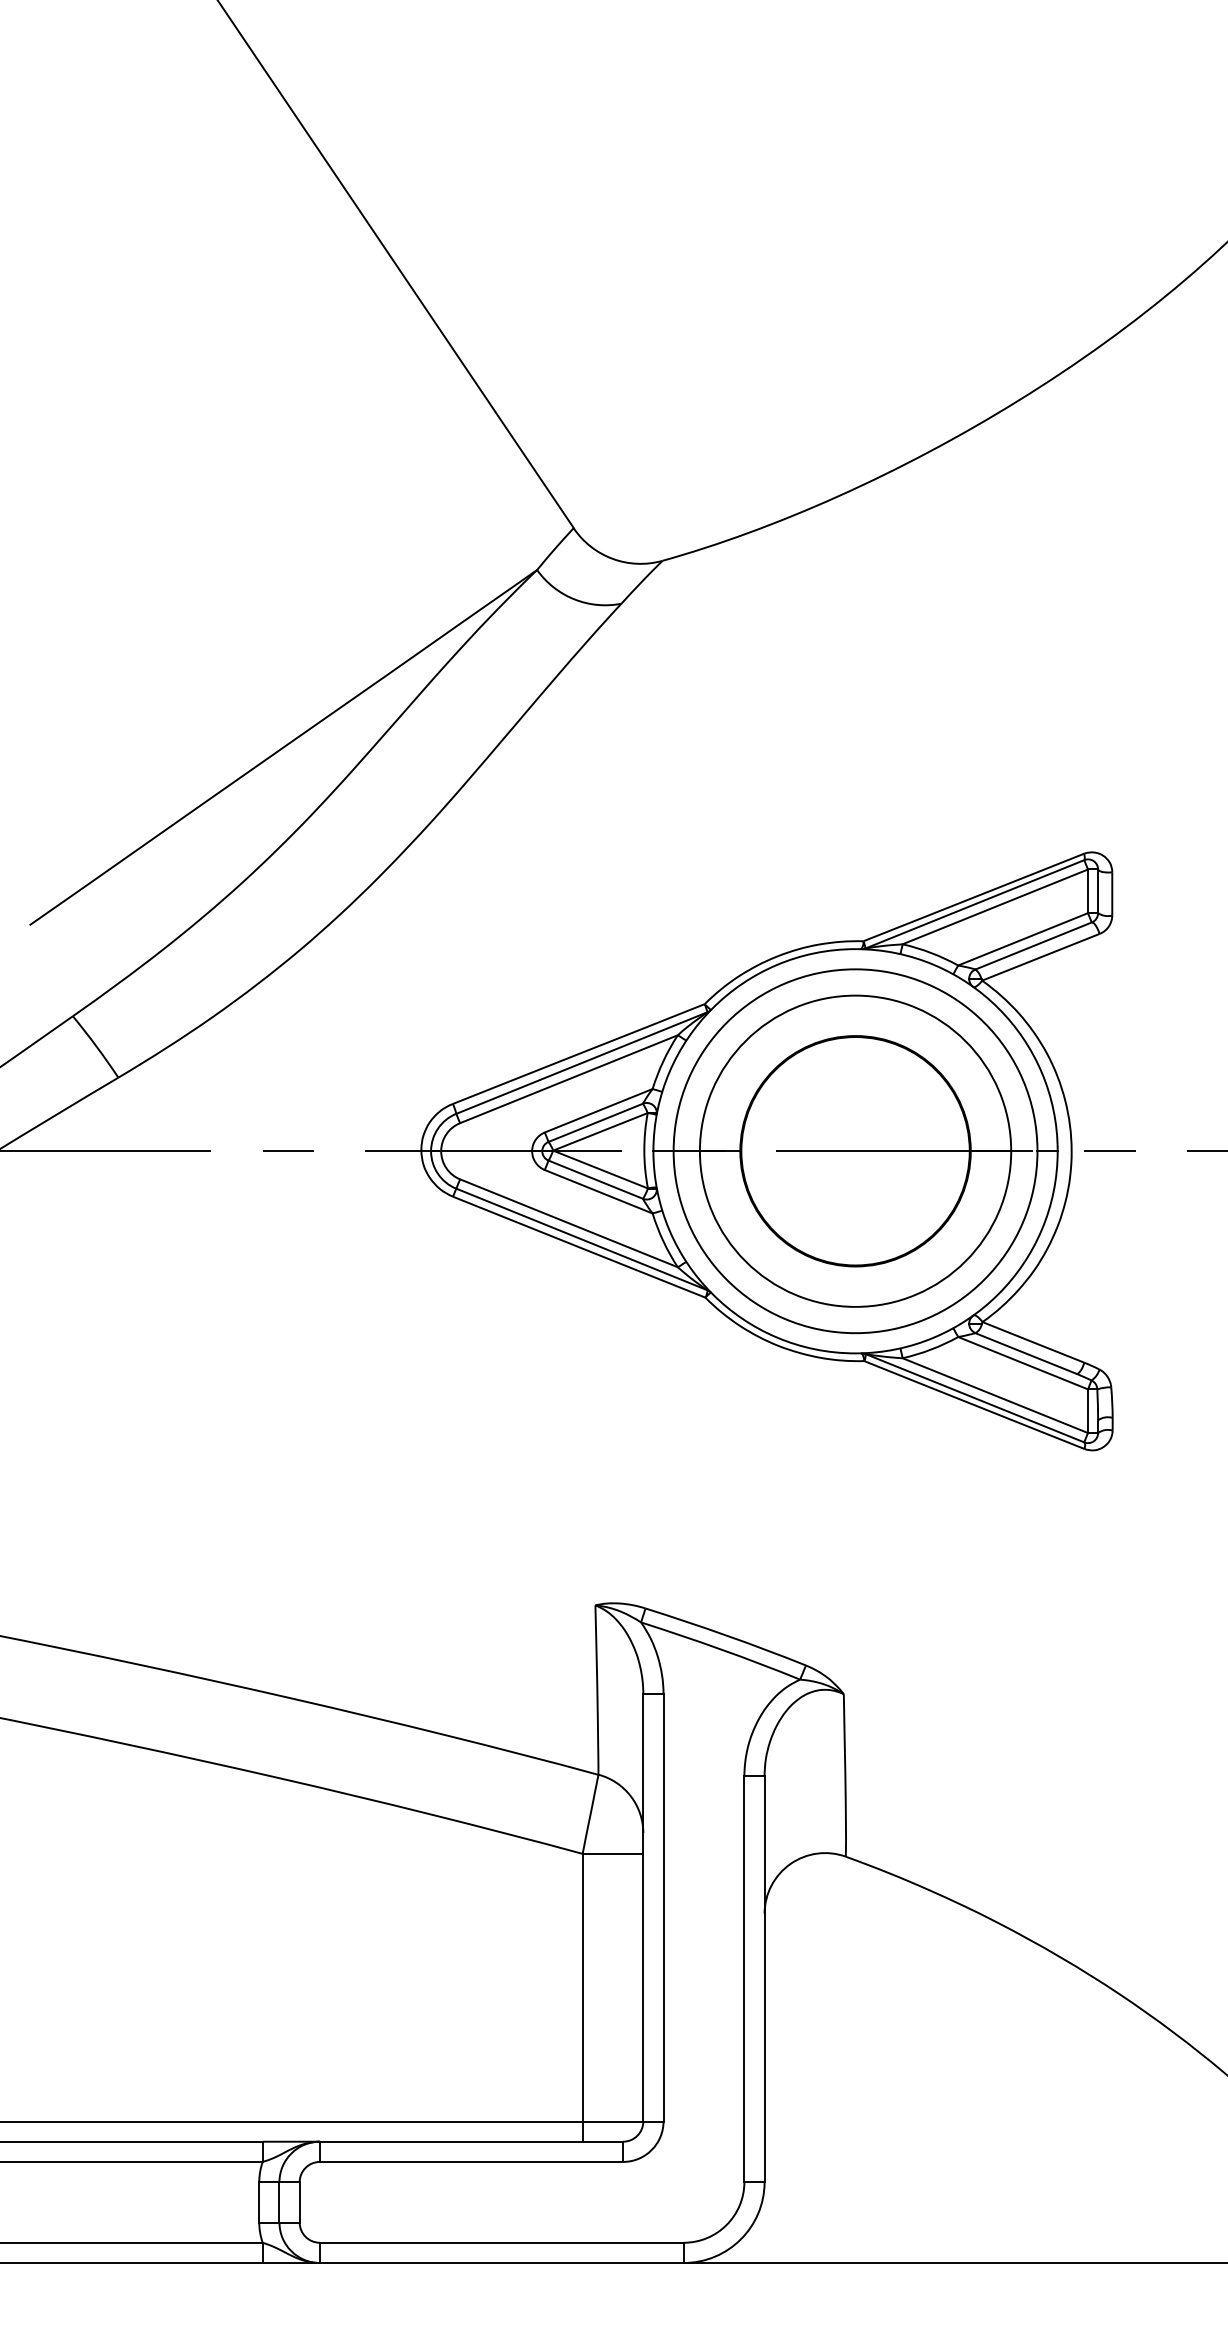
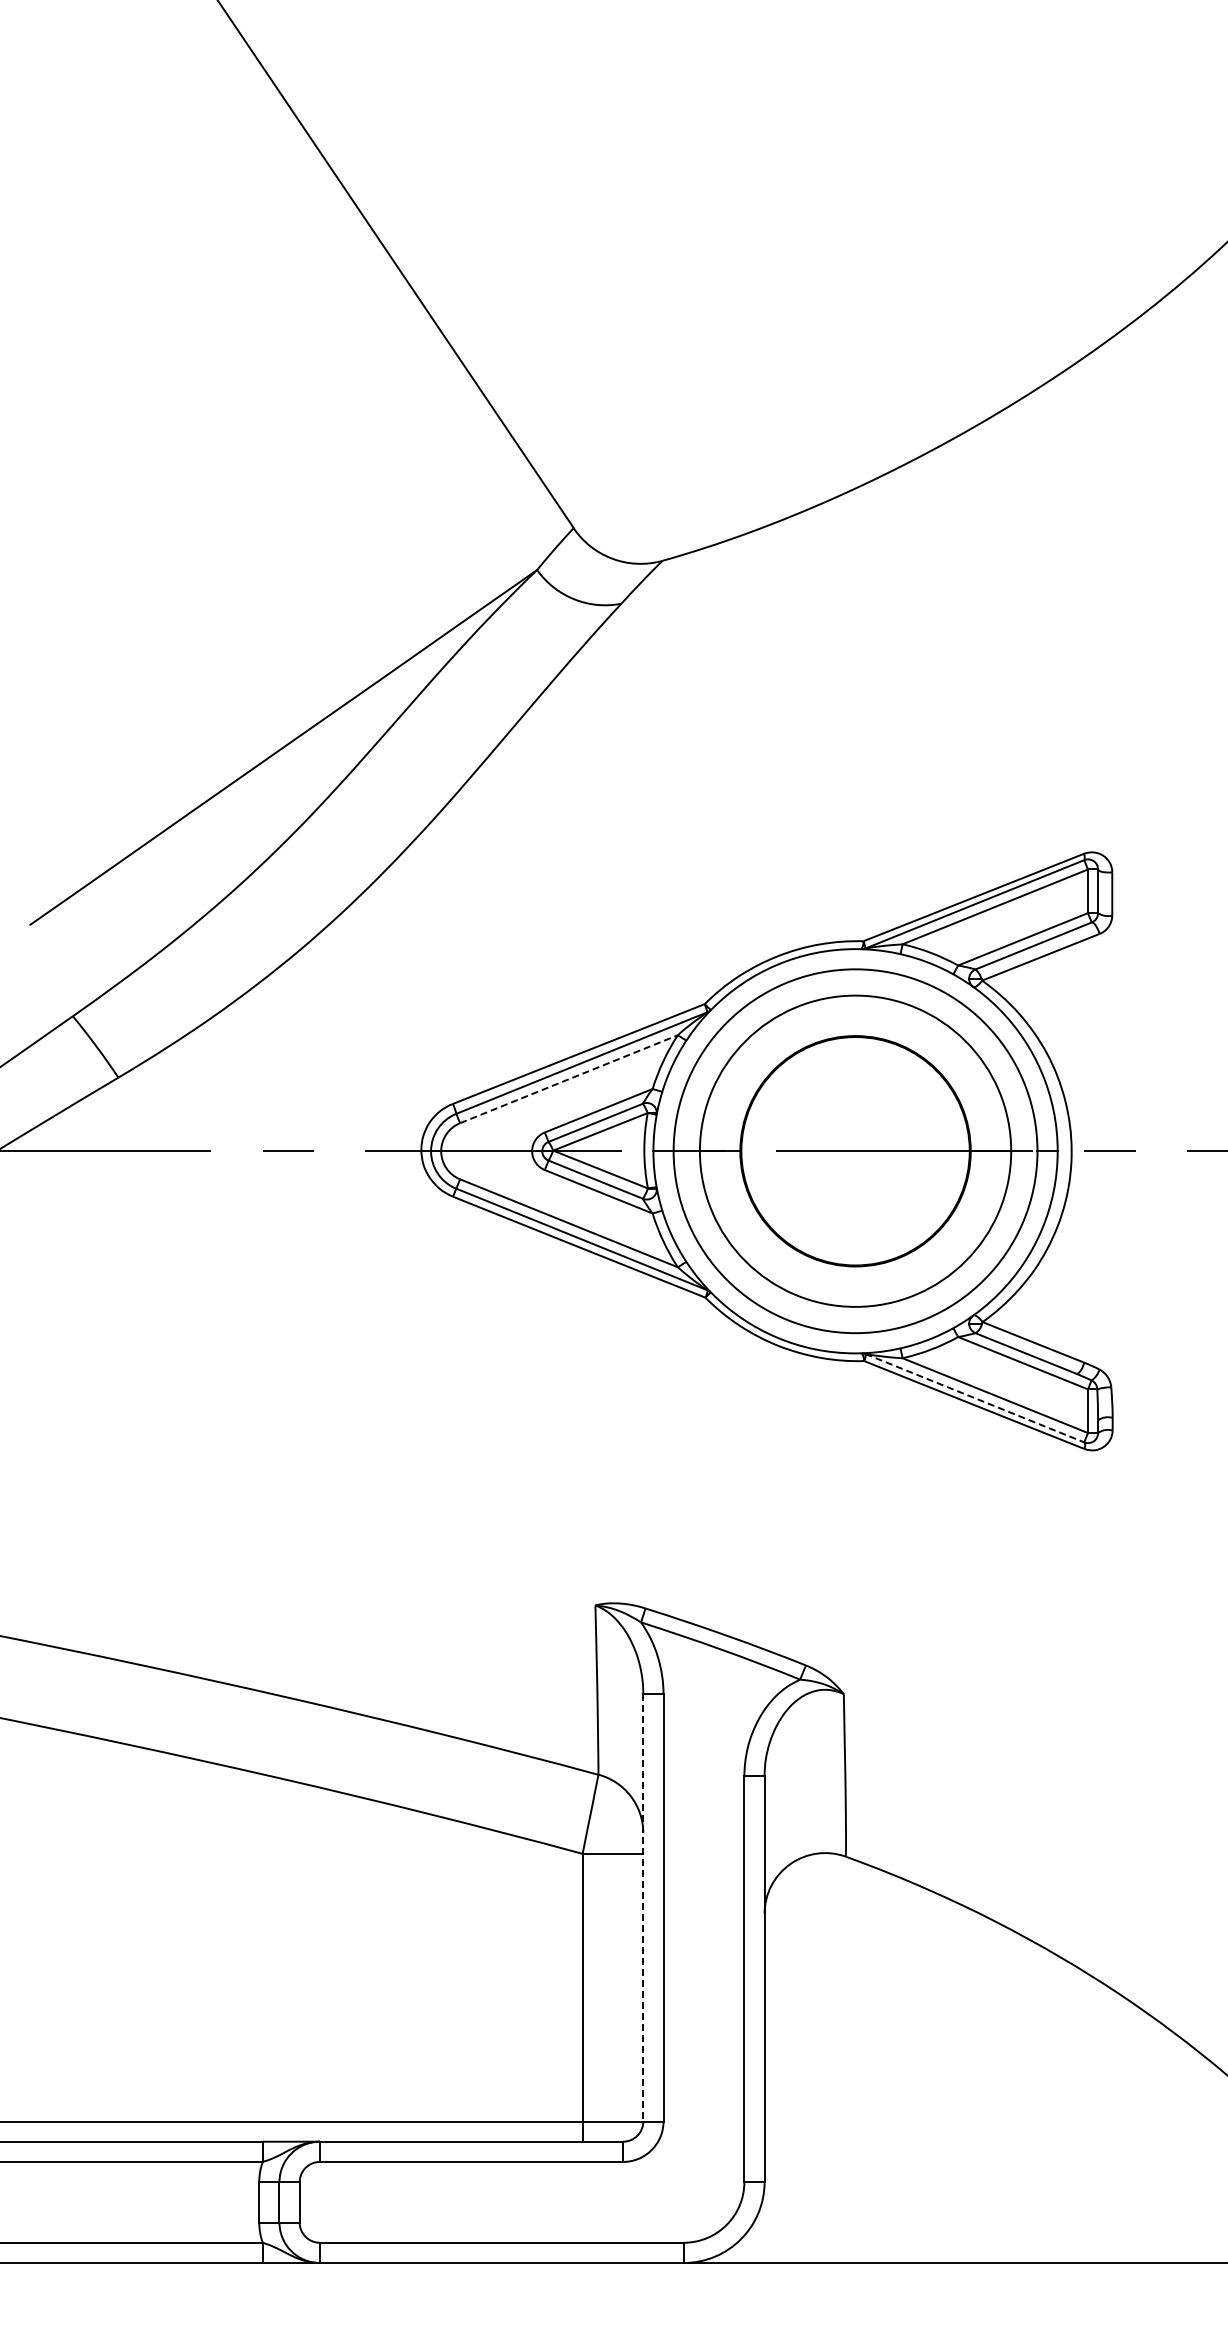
line at (569, 1079): solid -> dashed
line at (974, 1398): solid -> dashed
line at (643, 1907): solid -> dashed
